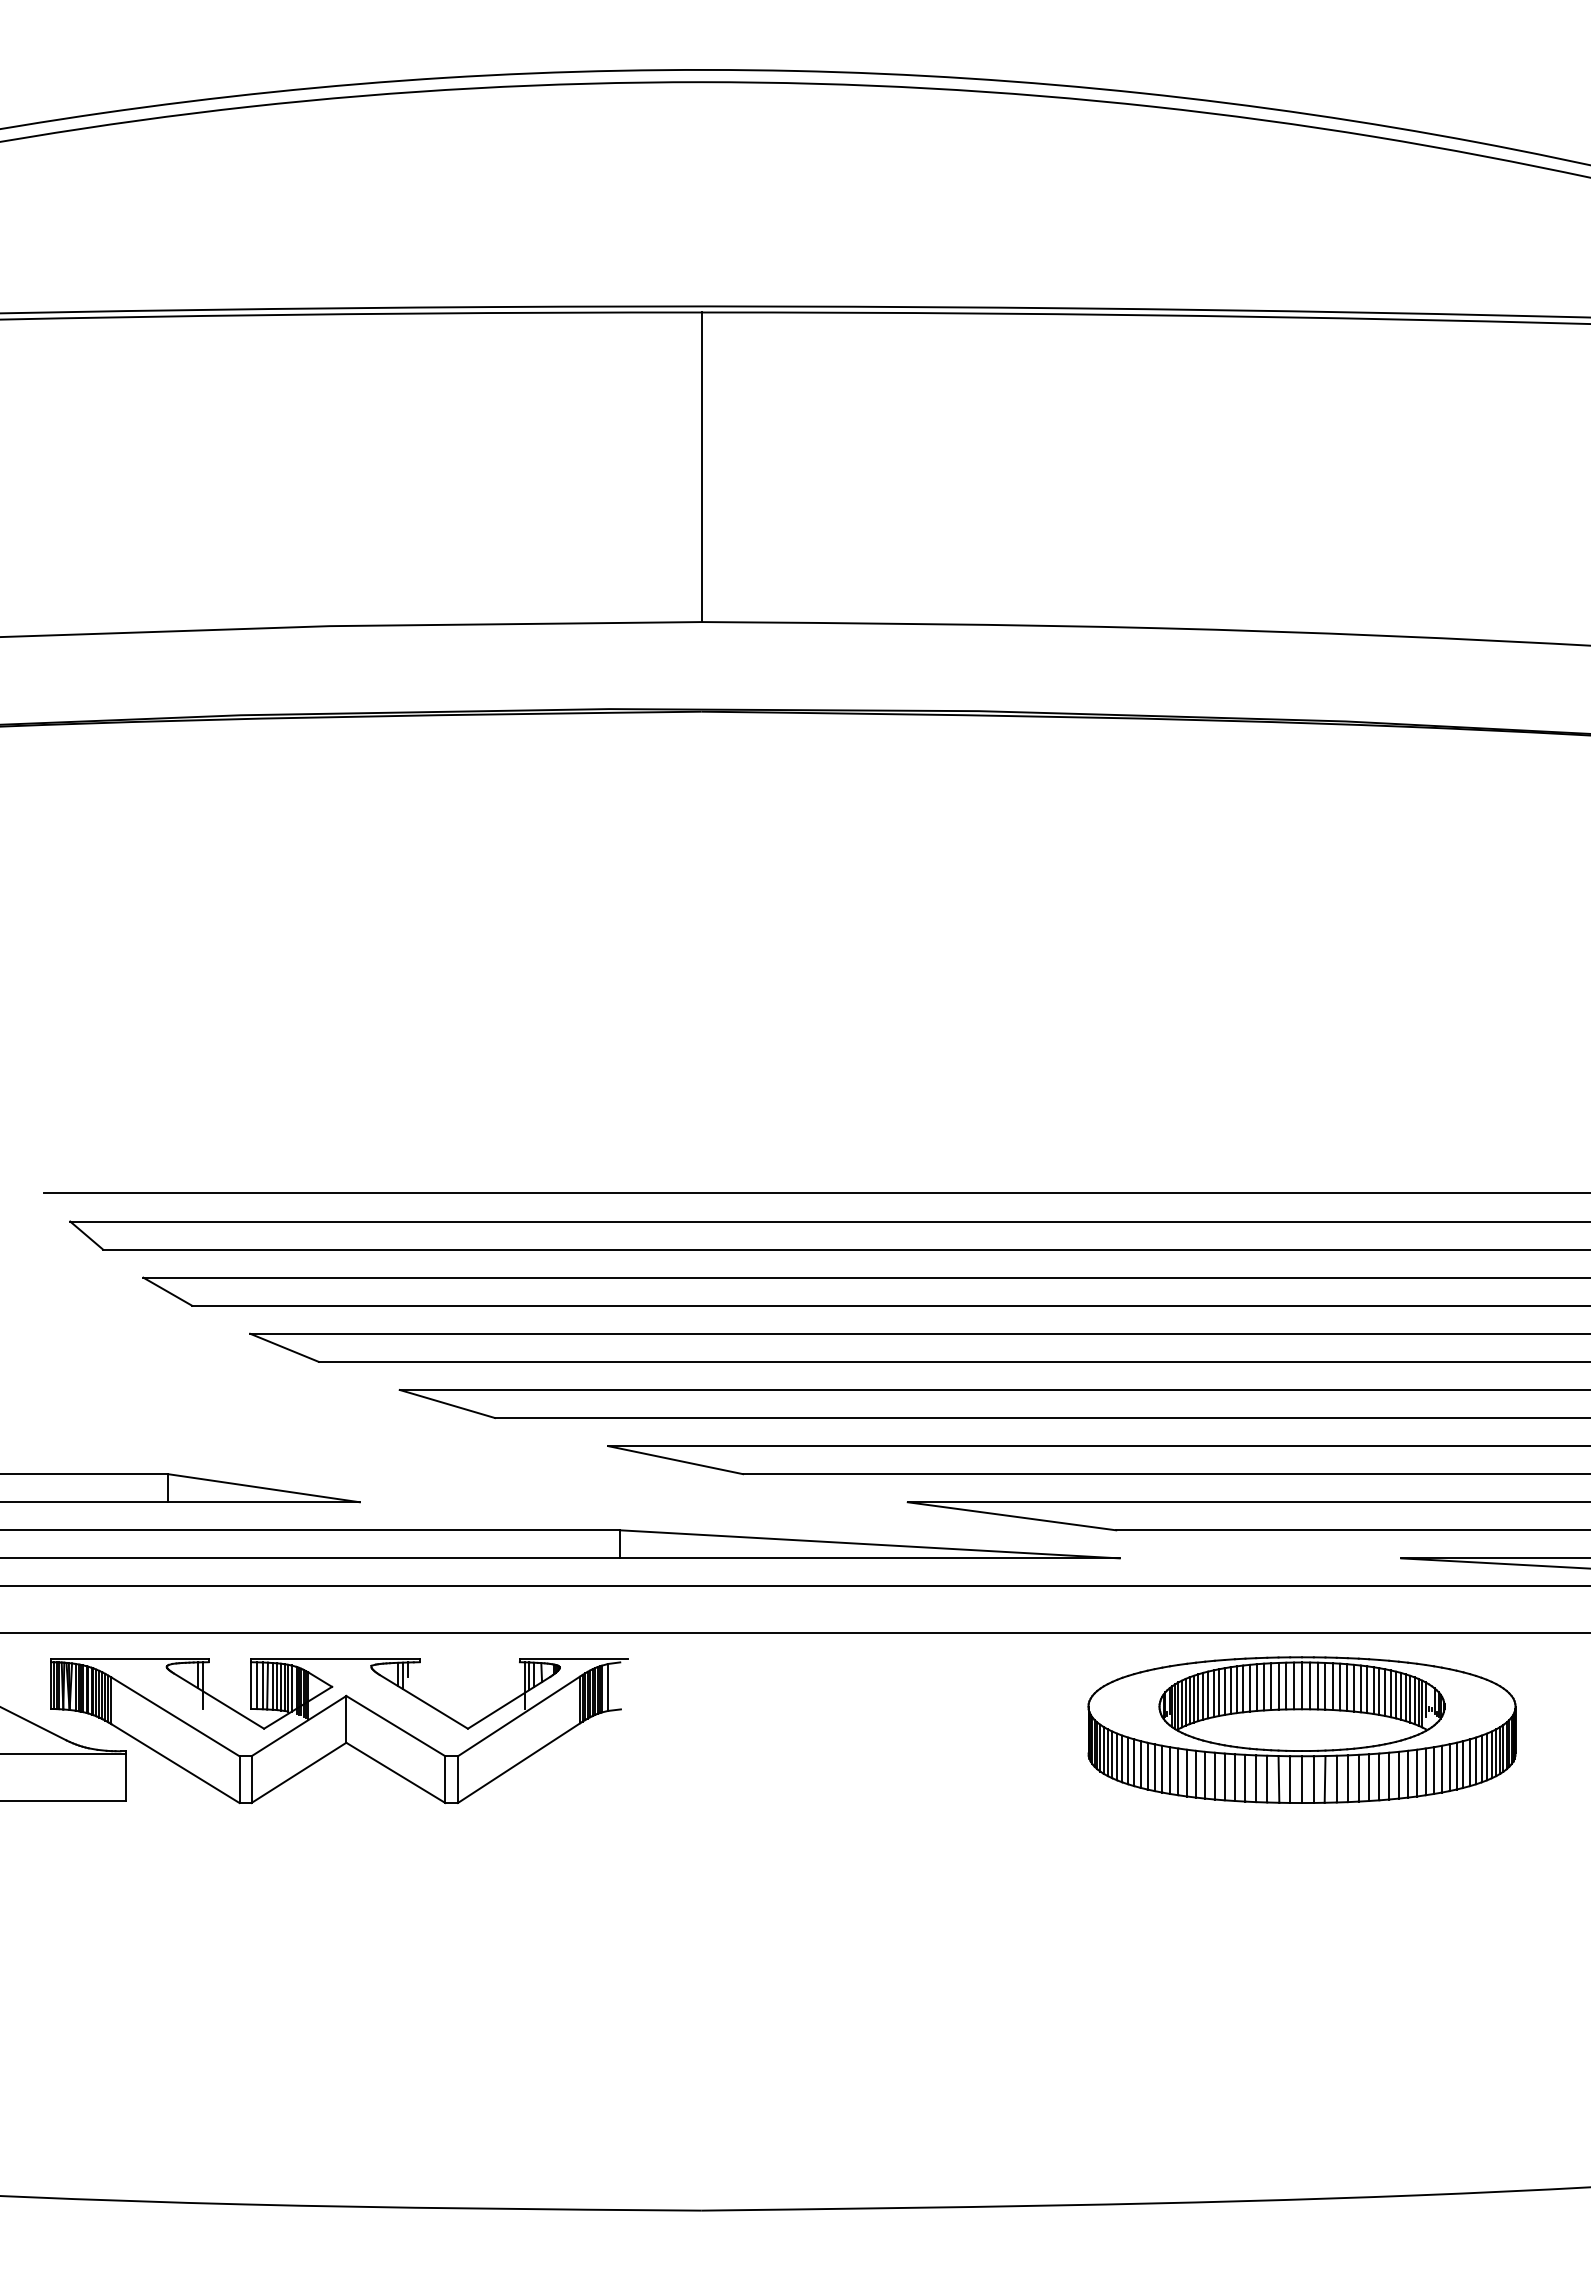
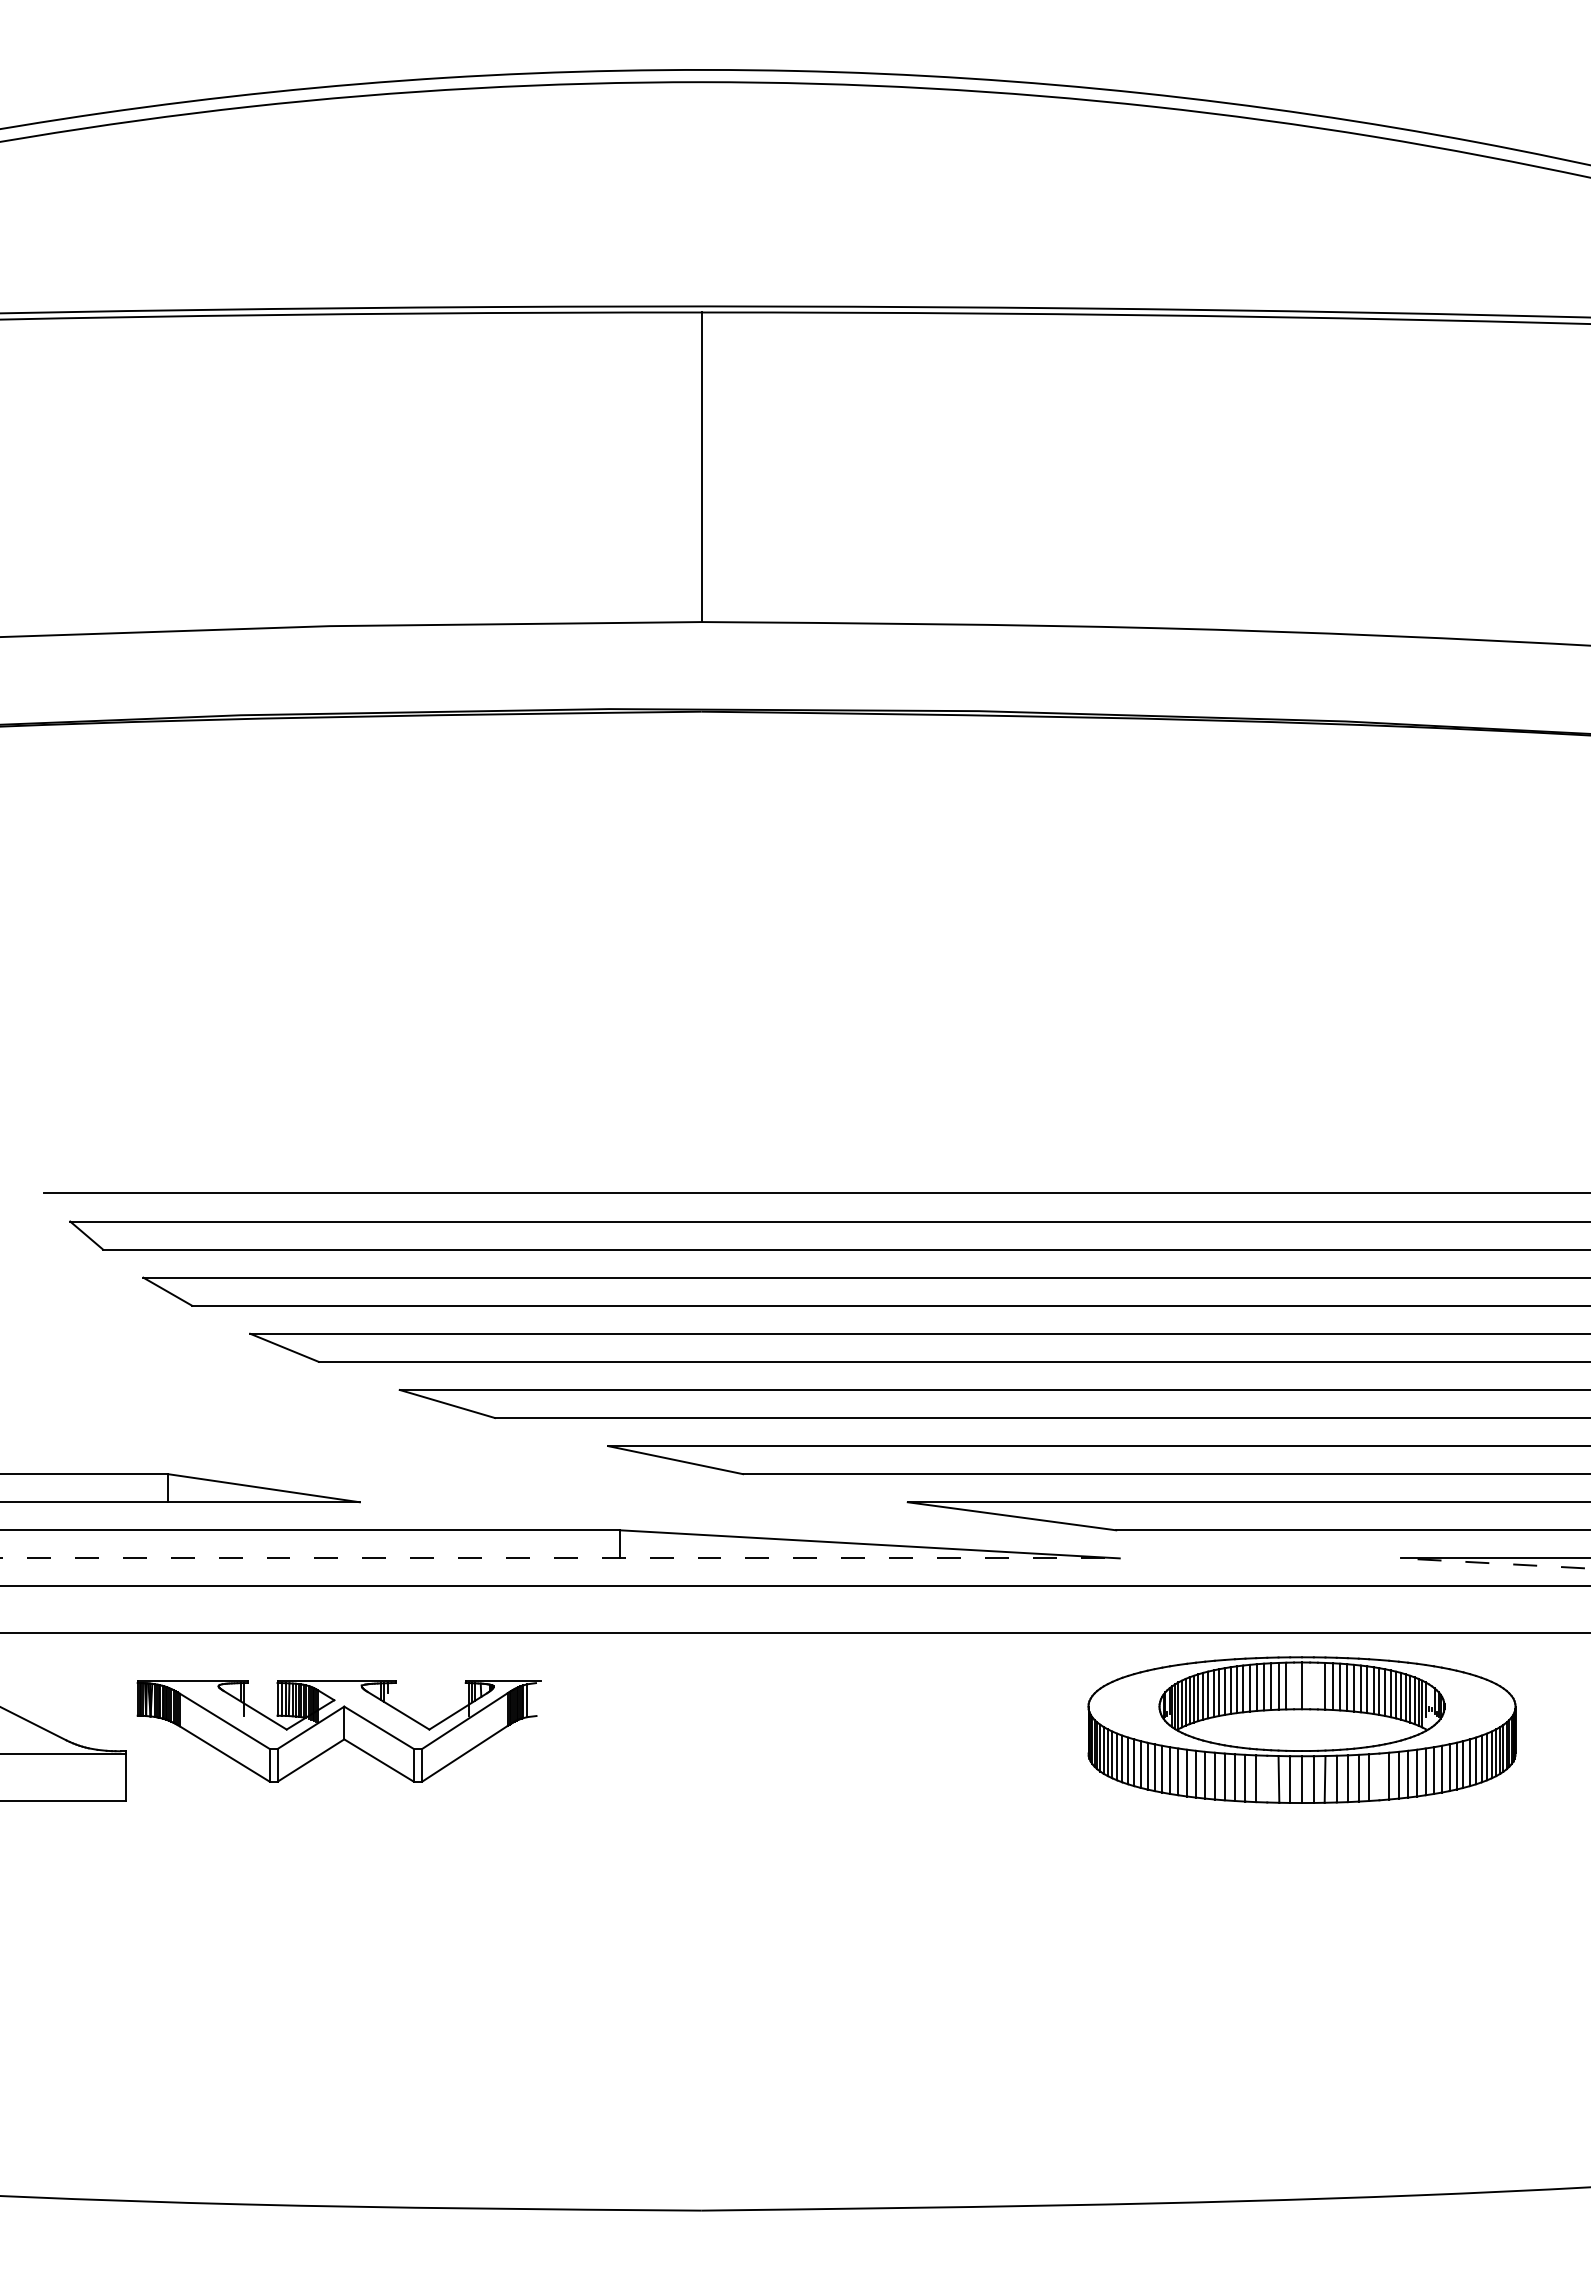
line at (560, 1558): solid -> dashed
line at (1495, 1563): solid -> dashed
line at (1294, 1685): present -> none
line at (1310, 1685): present -> none
line at (1317, 1685): present -> none
part at (339, 1731) size: 579x147 px -> 406x103 px
line at (1379, 1776): present -> none
line at (1267, 1778): present -> none
